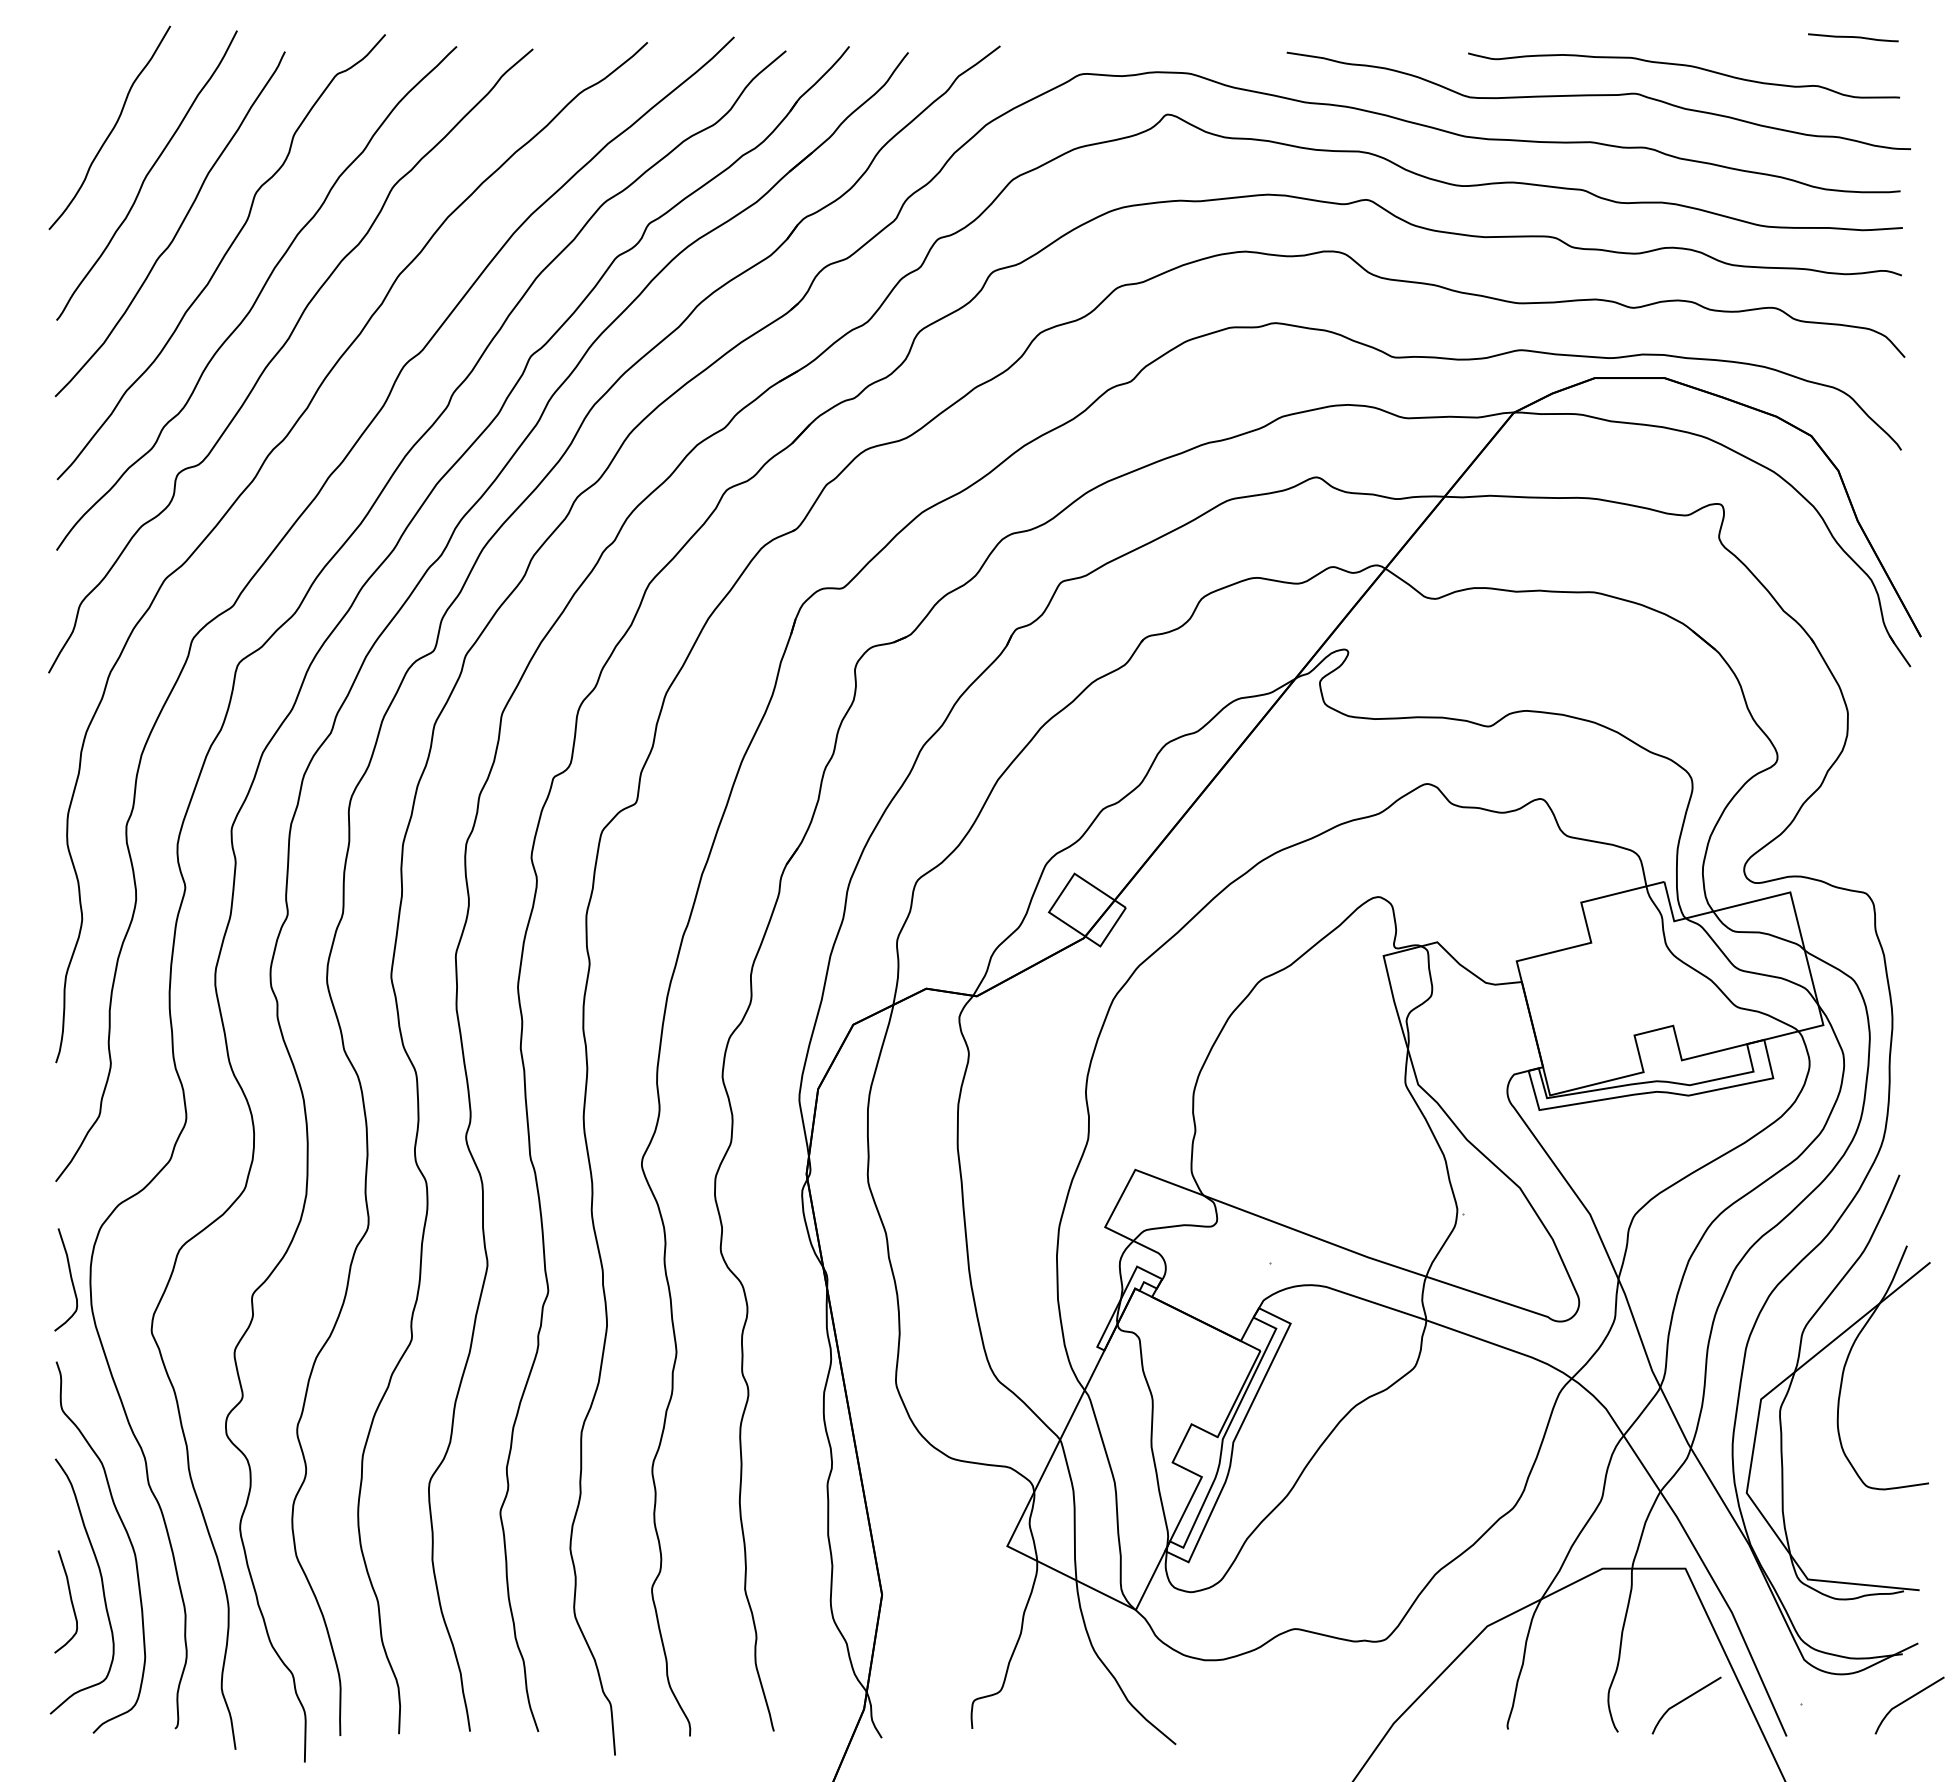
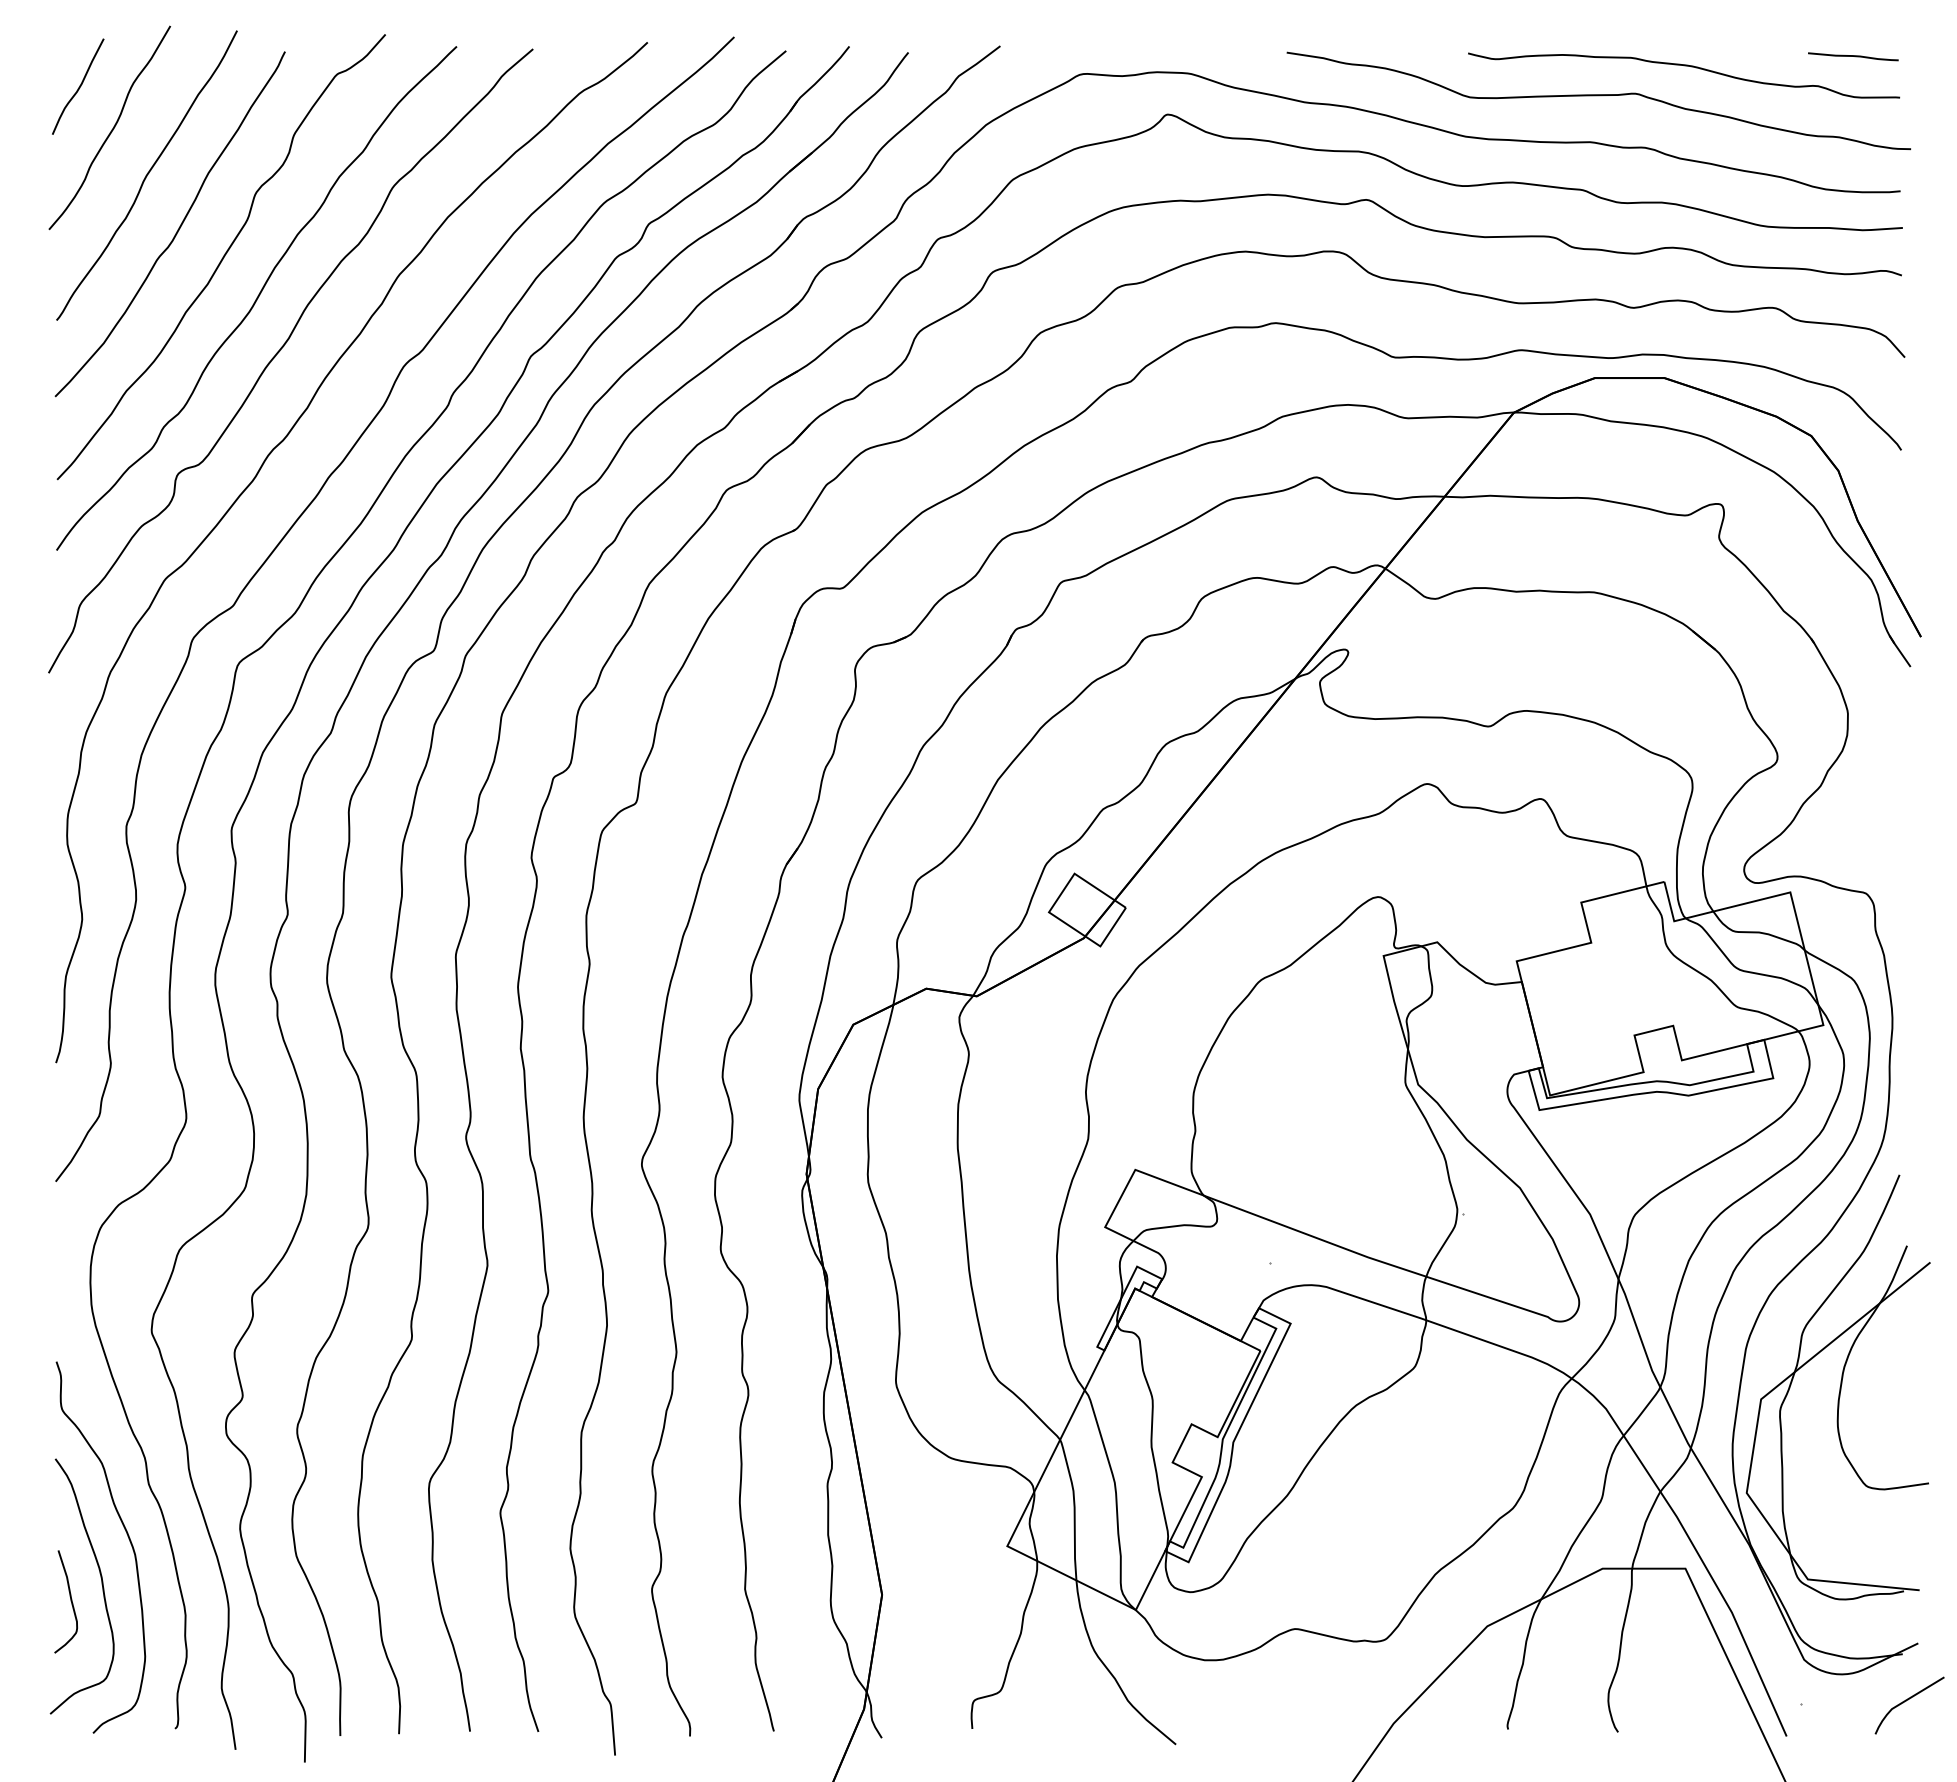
curve at (1853, 37) position: (1853, 37) -> (1853, 56)
curve at (79, 86): none -> present
curve at (70, 1279): present -> none
curve at (1683, 1701): present -> none
